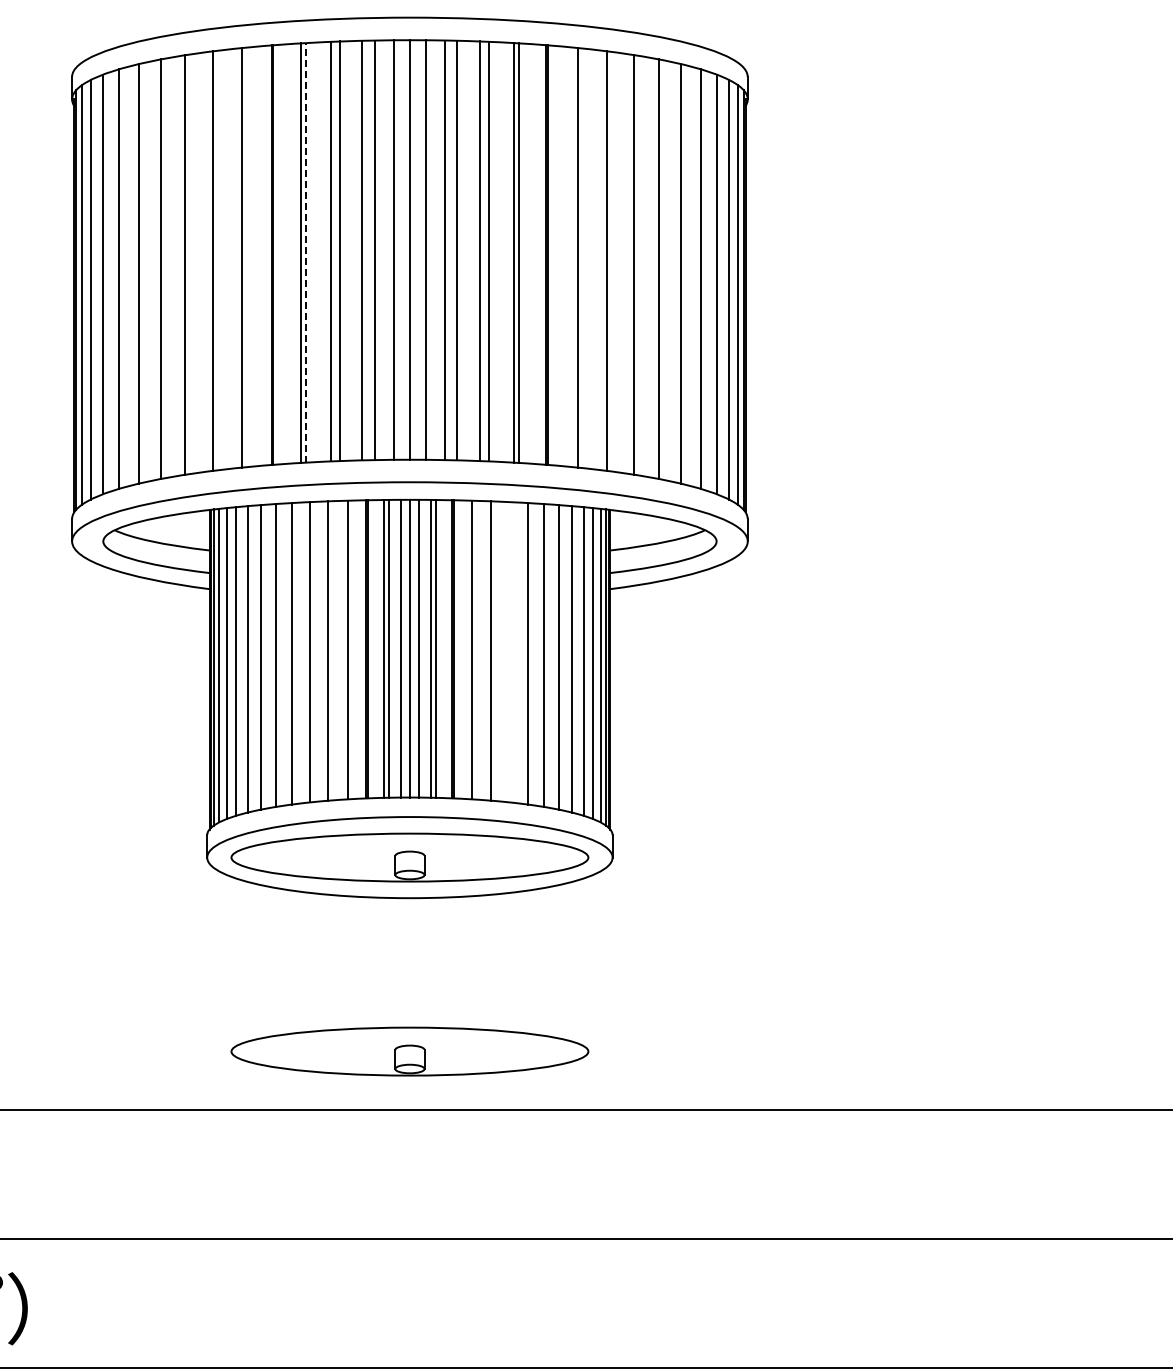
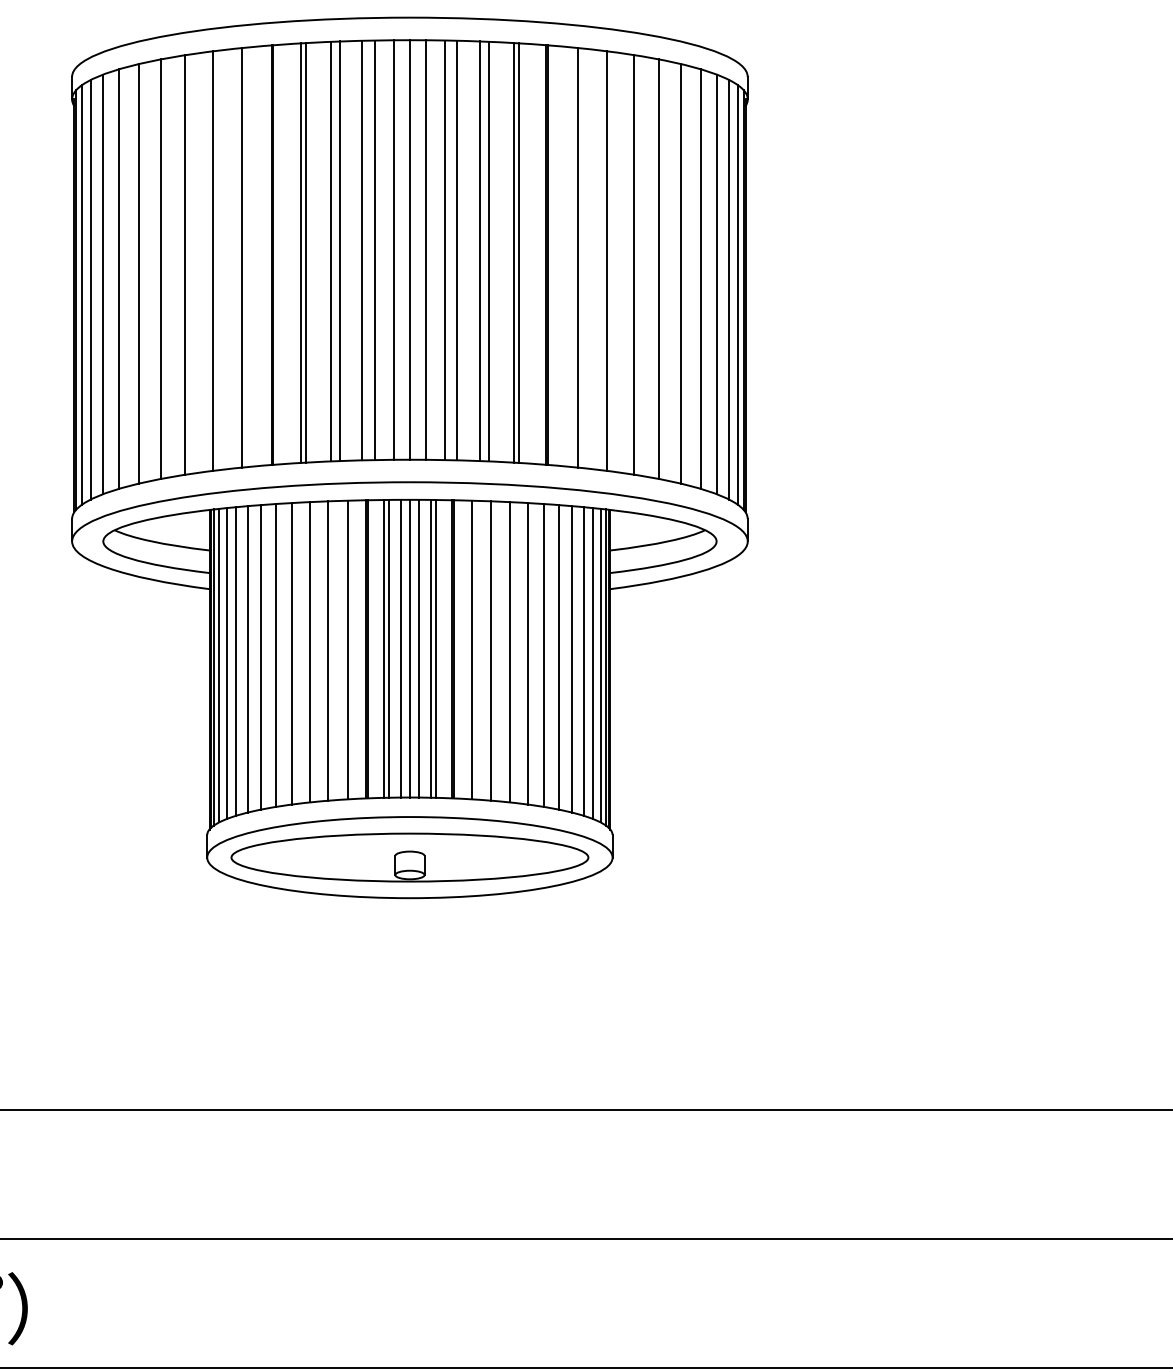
line at (306, 252): dashed -> solid
line at (510, 652): none -> present
part at (409, 1051): present -> none
